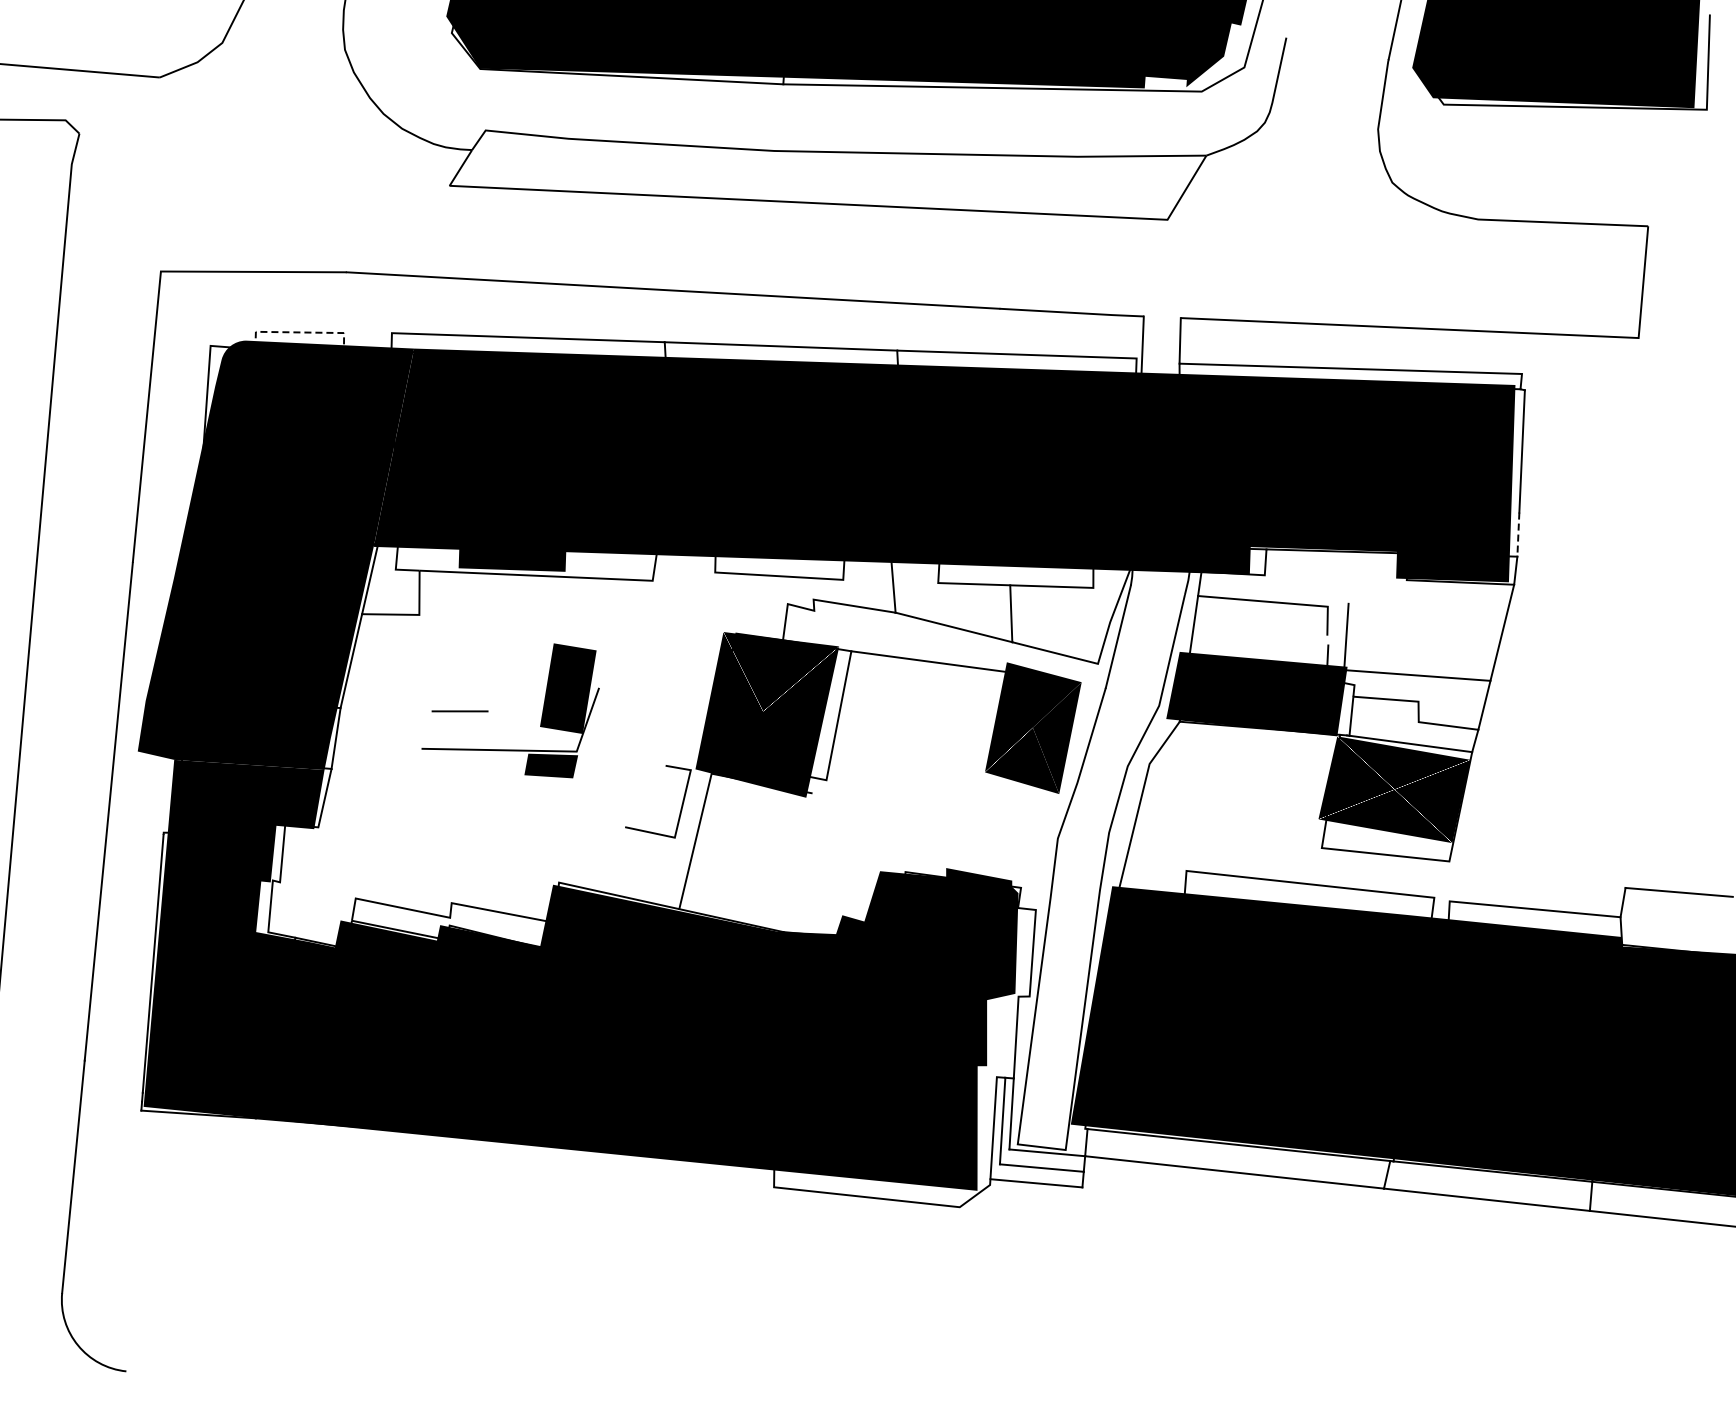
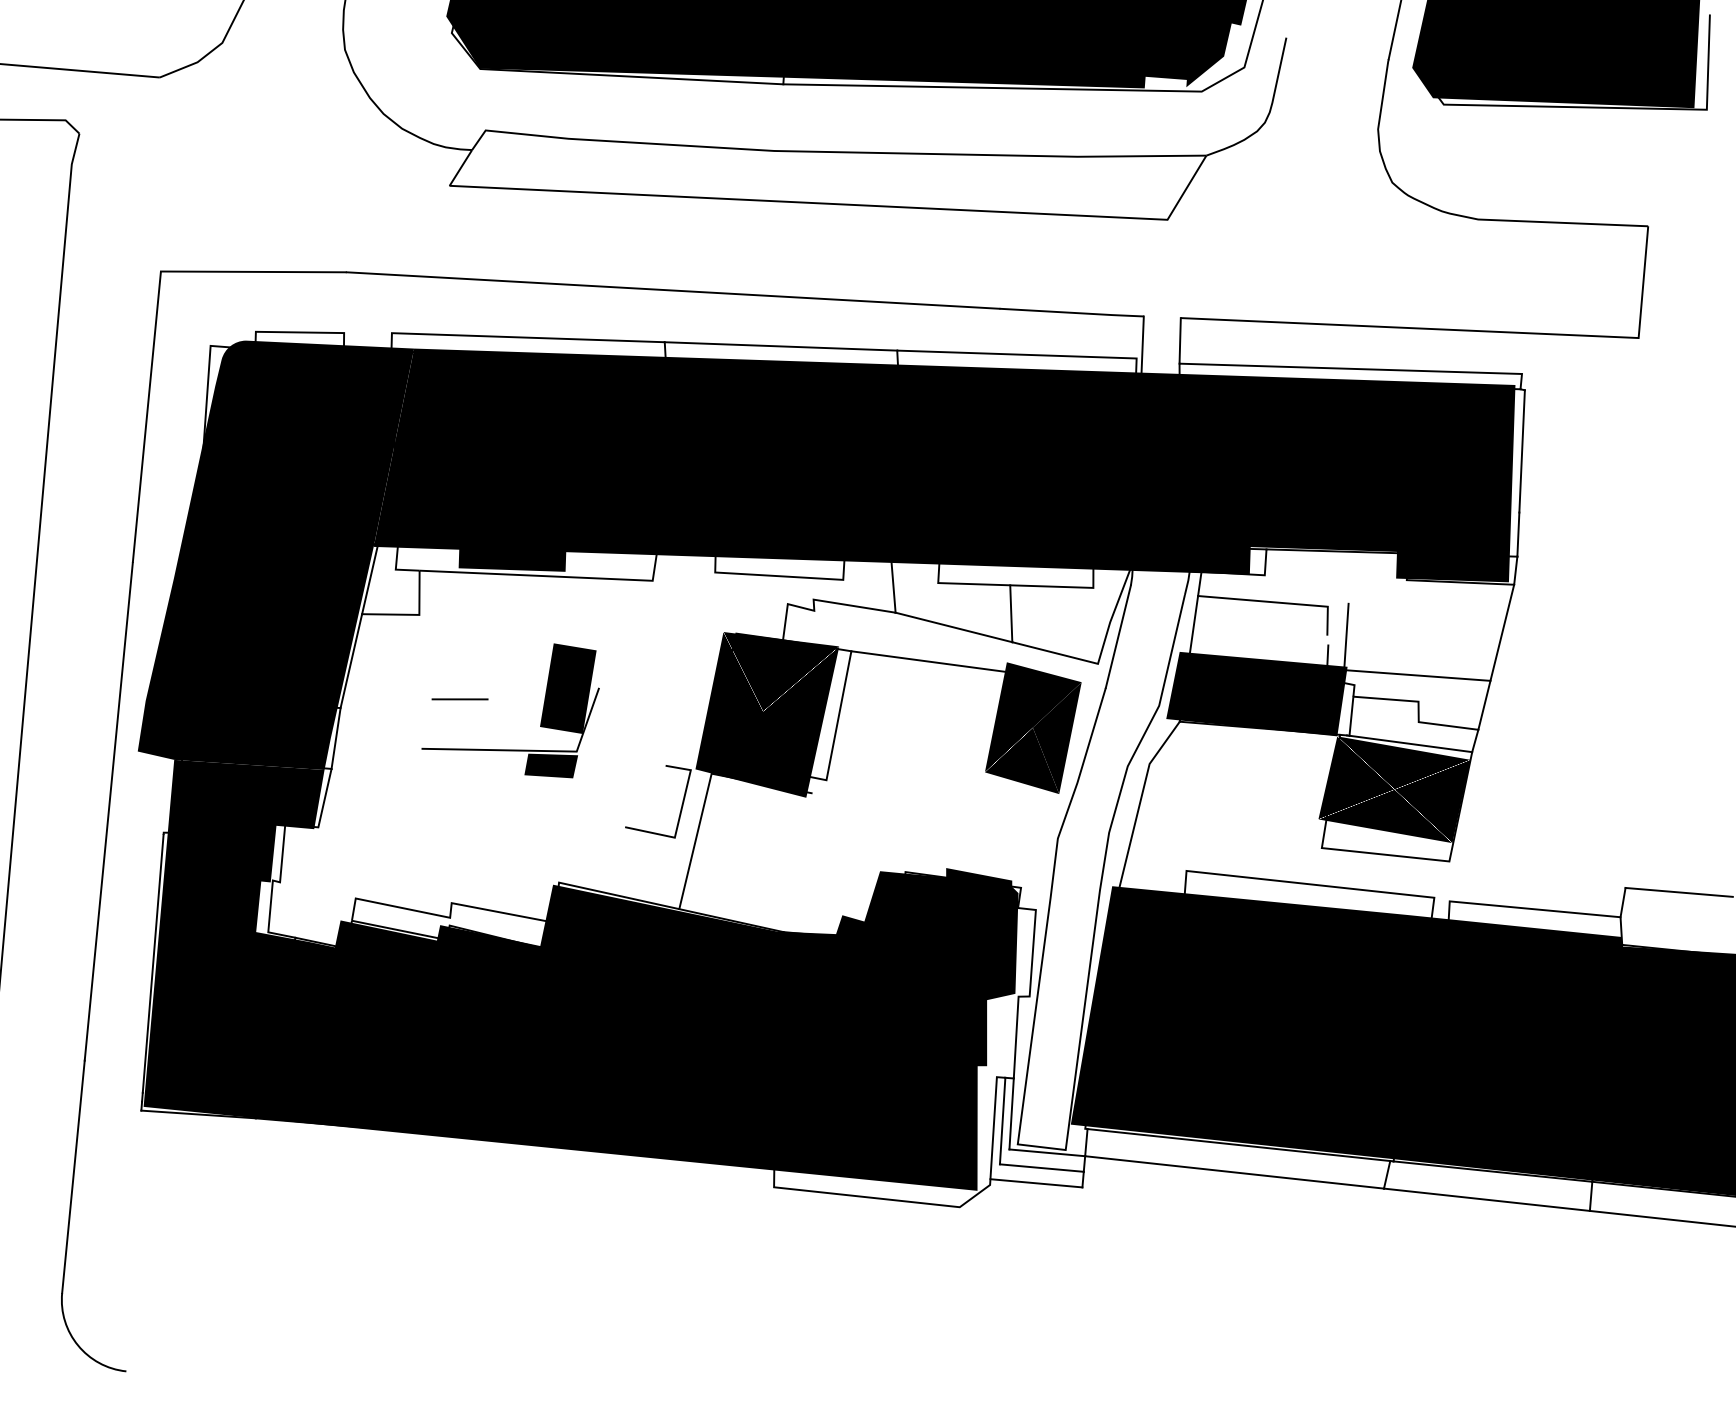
line at (300, 332): dashed -> solid
line at (1518, 535): dashed -> solid
line at (459, 711) position: (459, 711) -> (459, 699)
